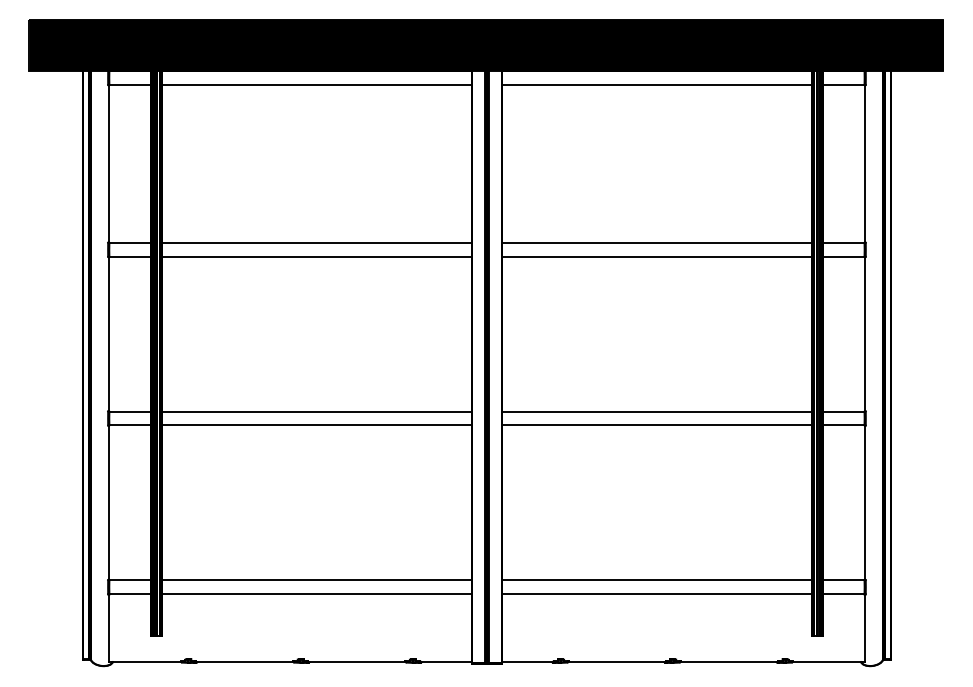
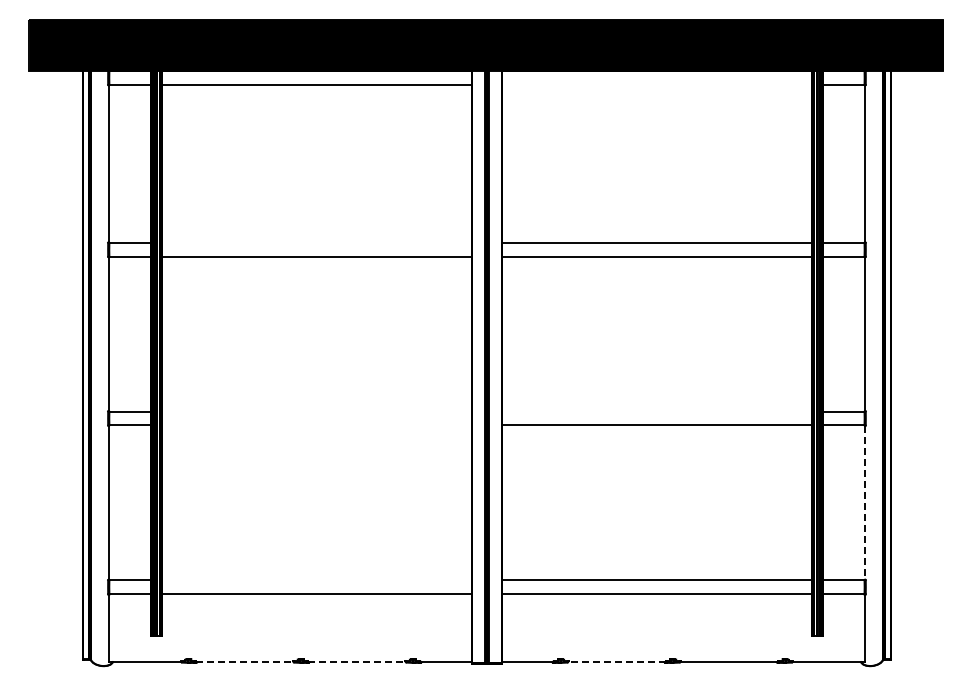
line at (656, 84): present -> none
line at (316, 242): present -> none
line at (316, 411): present -> none
line at (656, 411): present -> none
line at (316, 425): present -> none
line at (864, 503): solid -> dashed
line at (316, 580): present -> none
line at (244, 661): solid -> dashed
line at (356, 661): solid -> dashed
line at (617, 661): solid -> dashed
